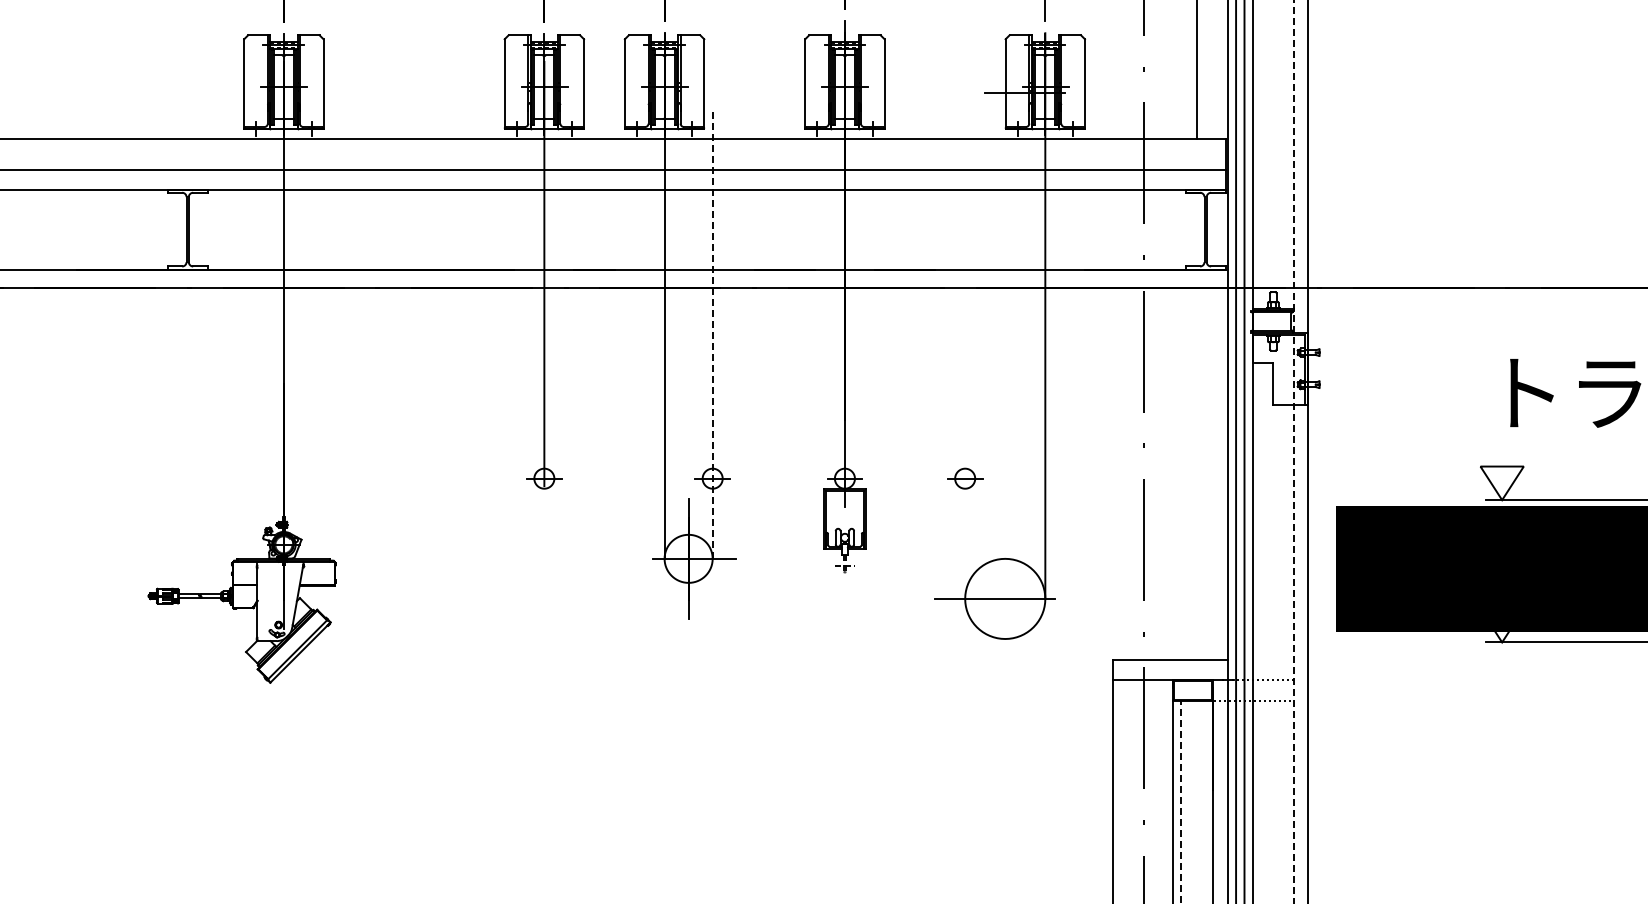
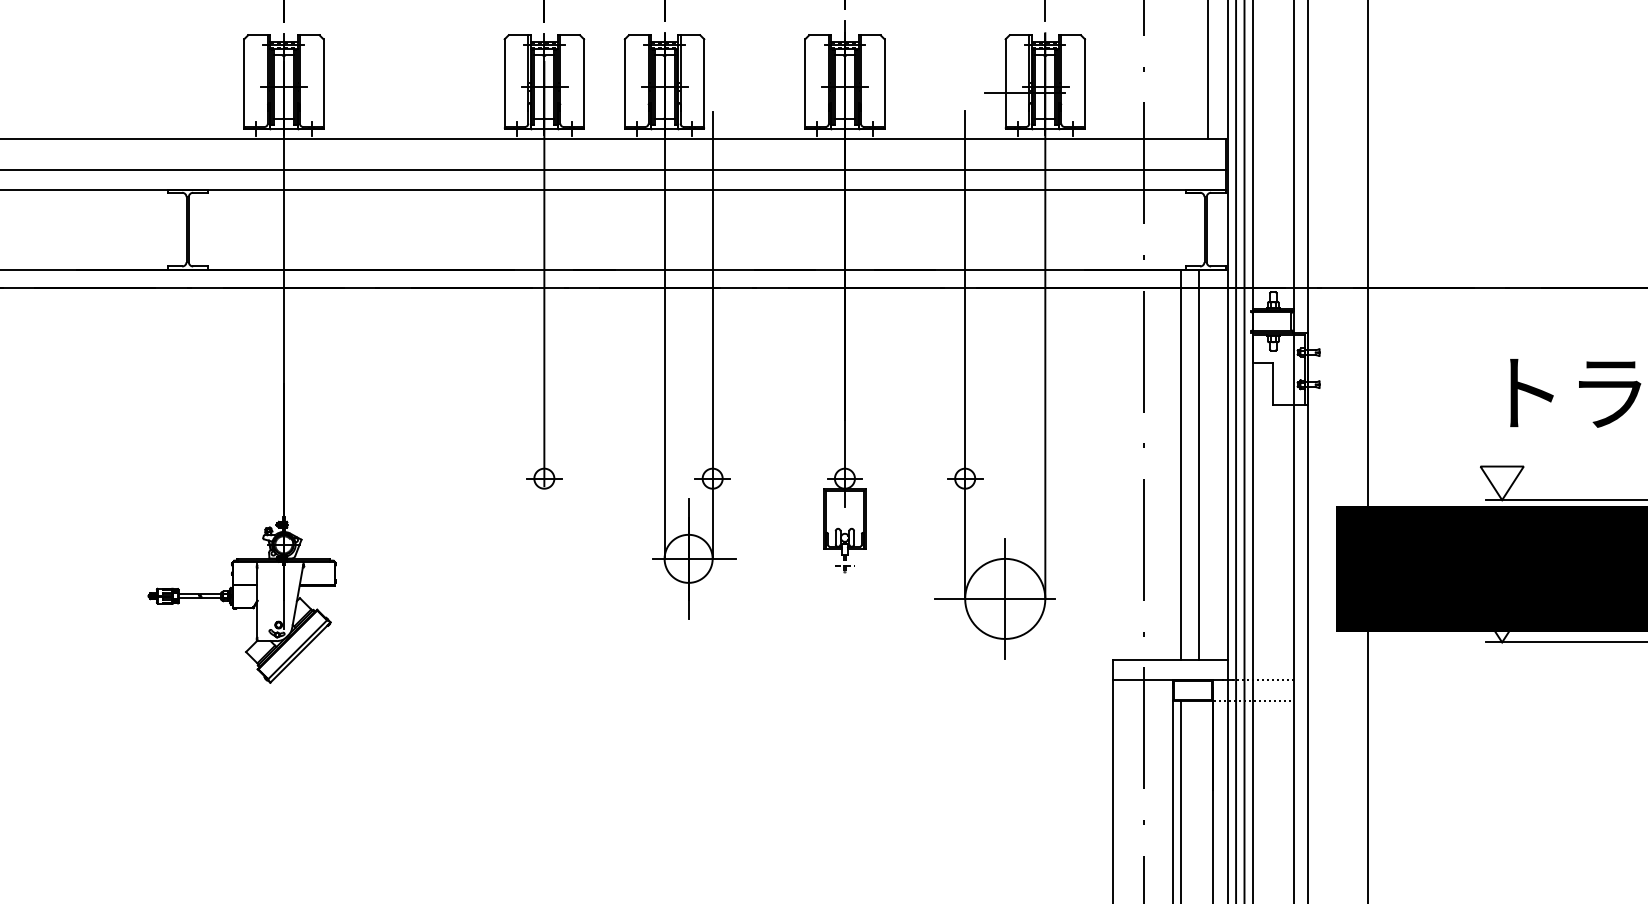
line at (1196, 70) position: (1196, 70) -> (1207, 70)
line at (712, 335): dashed -> solid
line at (965, 354): none -> present
line at (1293, 451): dashed -> solid
line at (1367, 451): none -> present
line at (1180, 464): none -> present
line at (1198, 464): none -> present
line at (1005, 598): none -> present
line at (1180, 801): dashed -> solid
